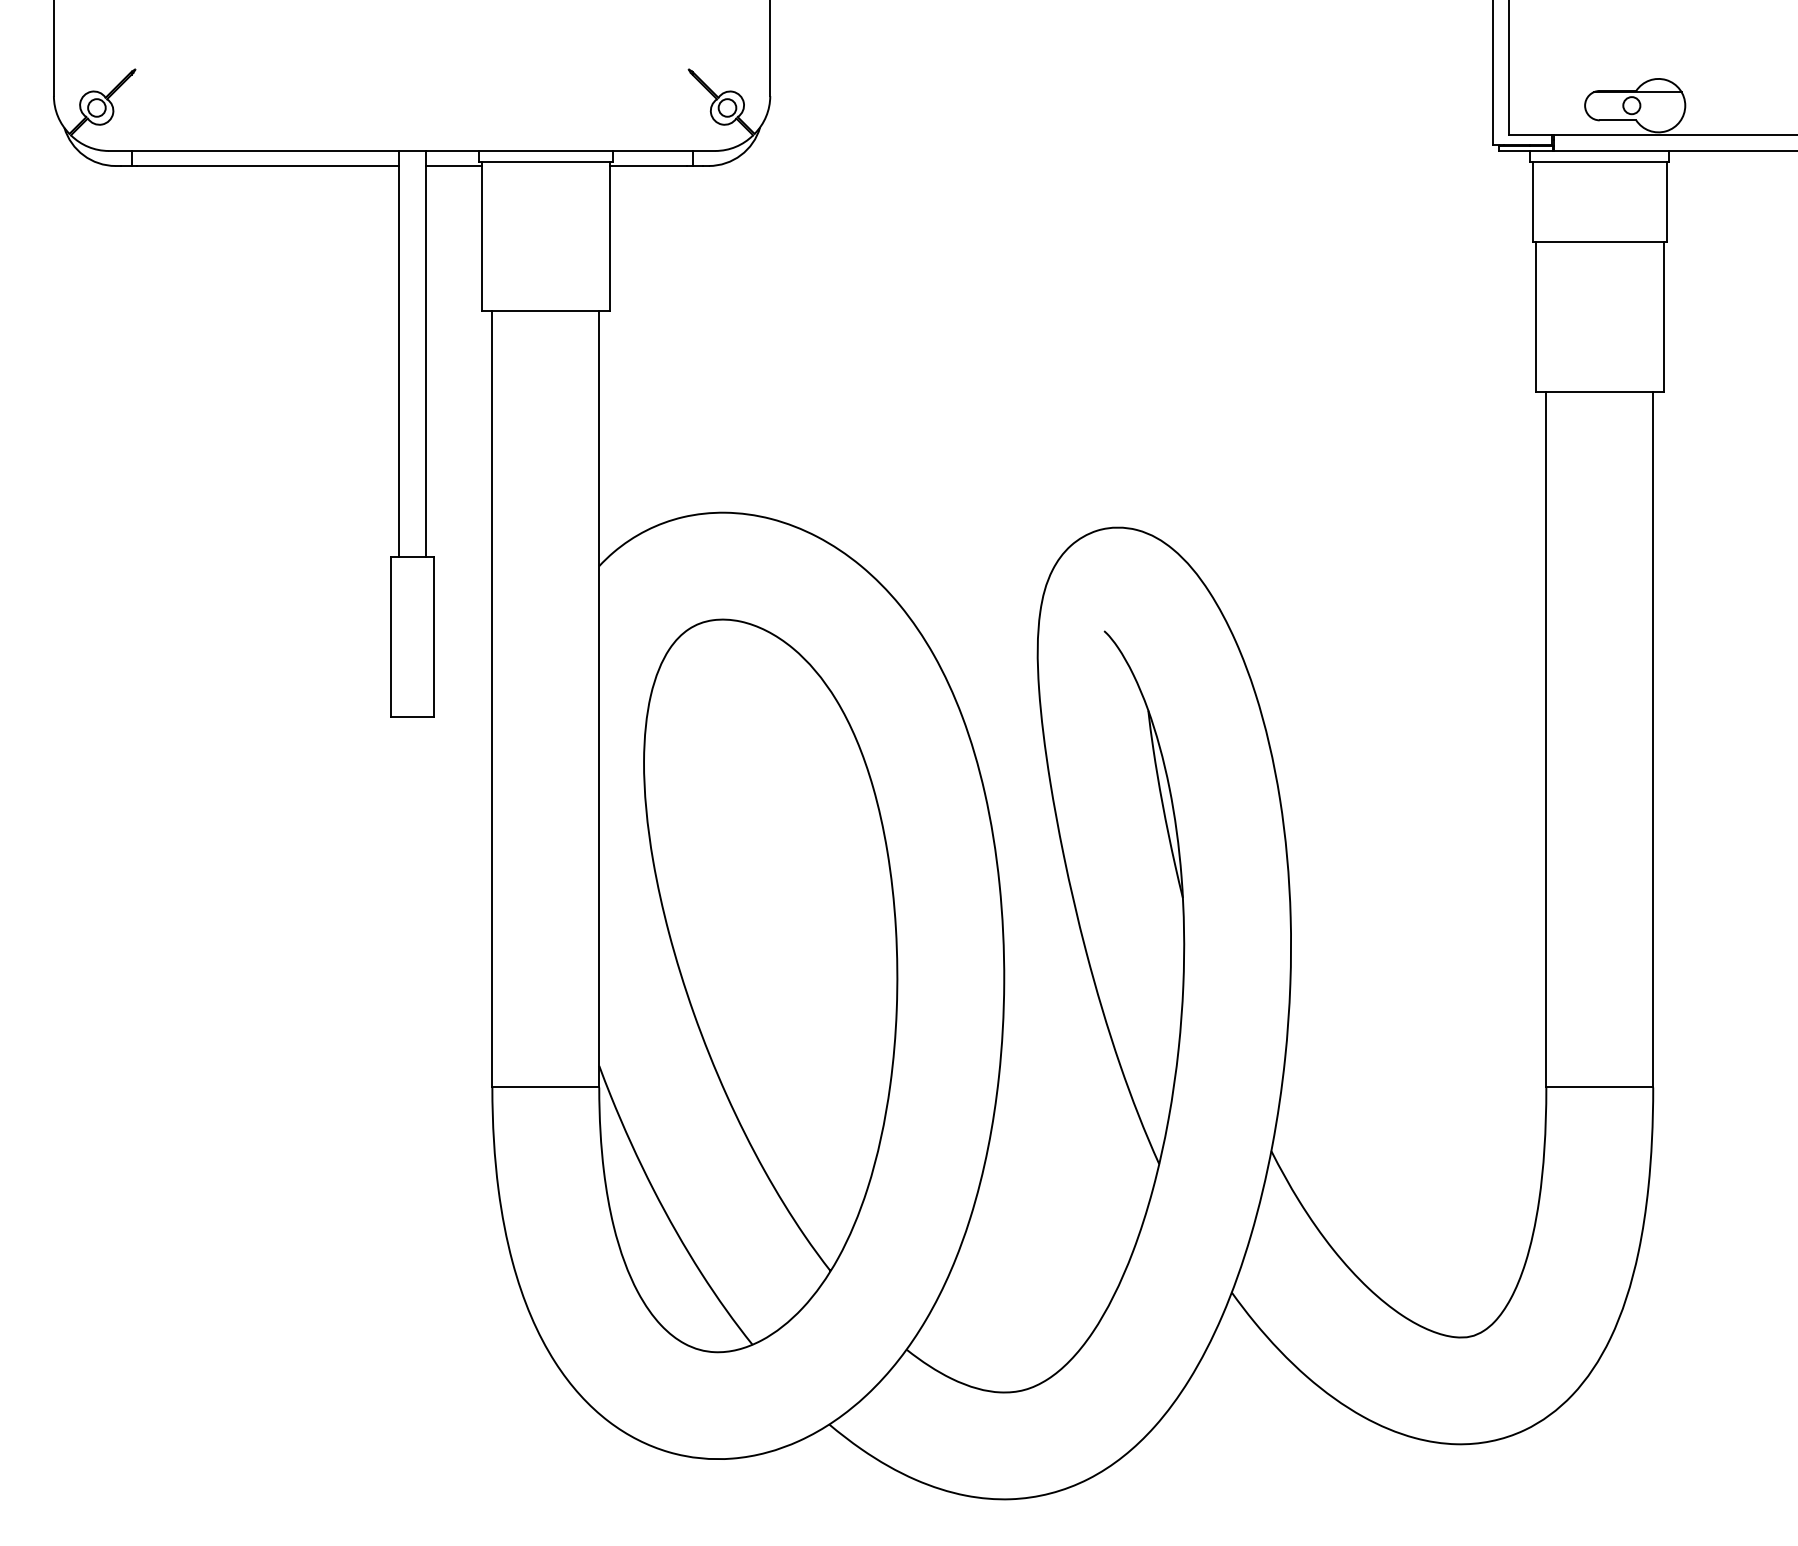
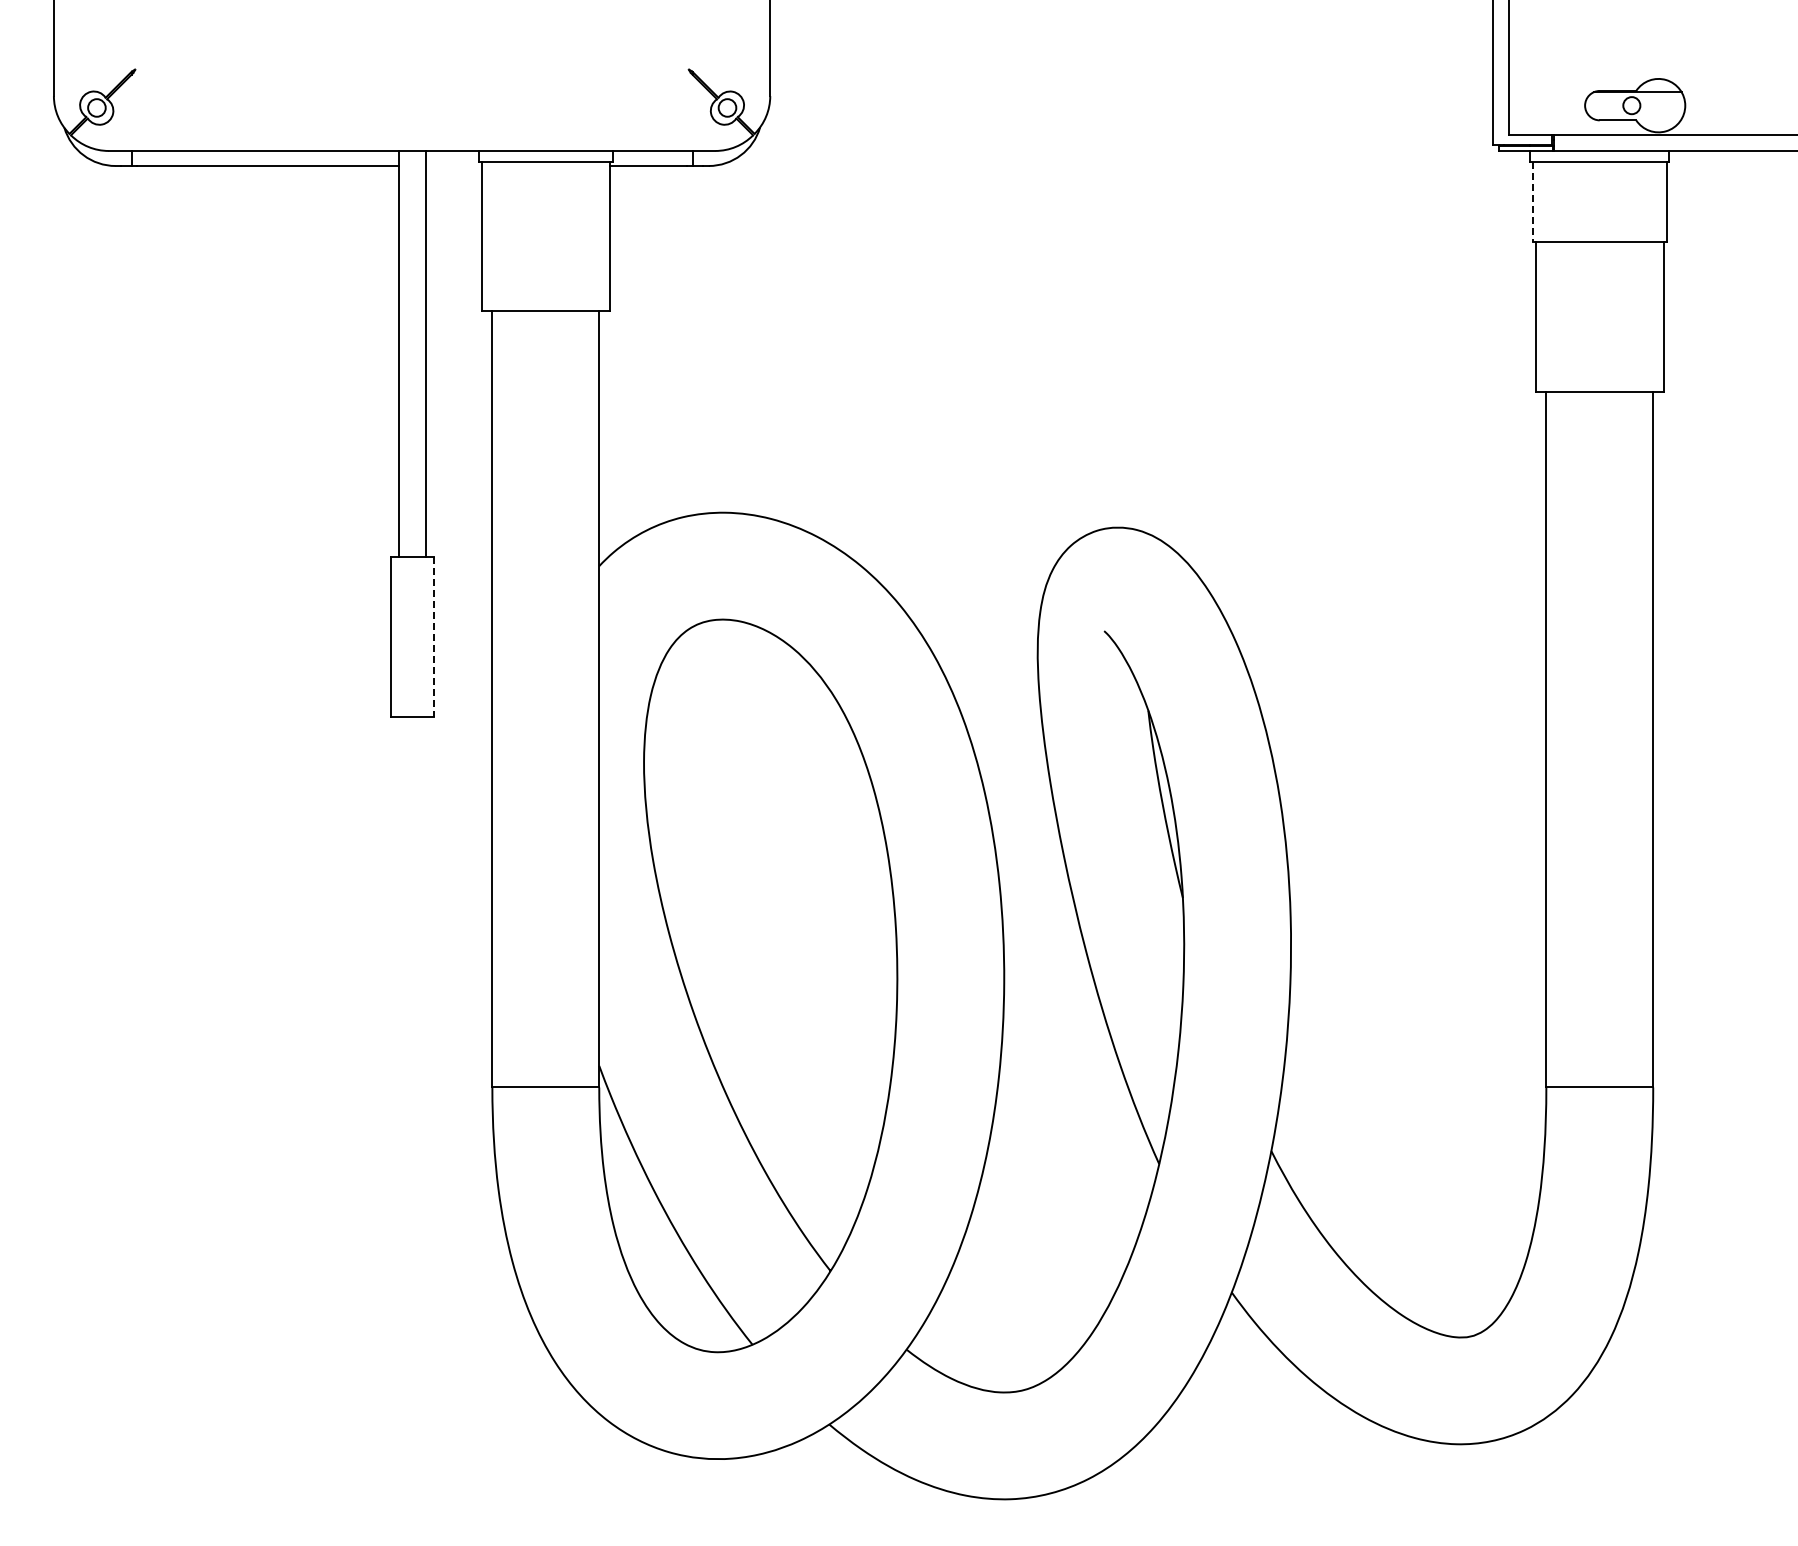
line at (453, 166): present -> none
line at (1532, 202): solid -> dashed
line at (433, 637): solid -> dashed
